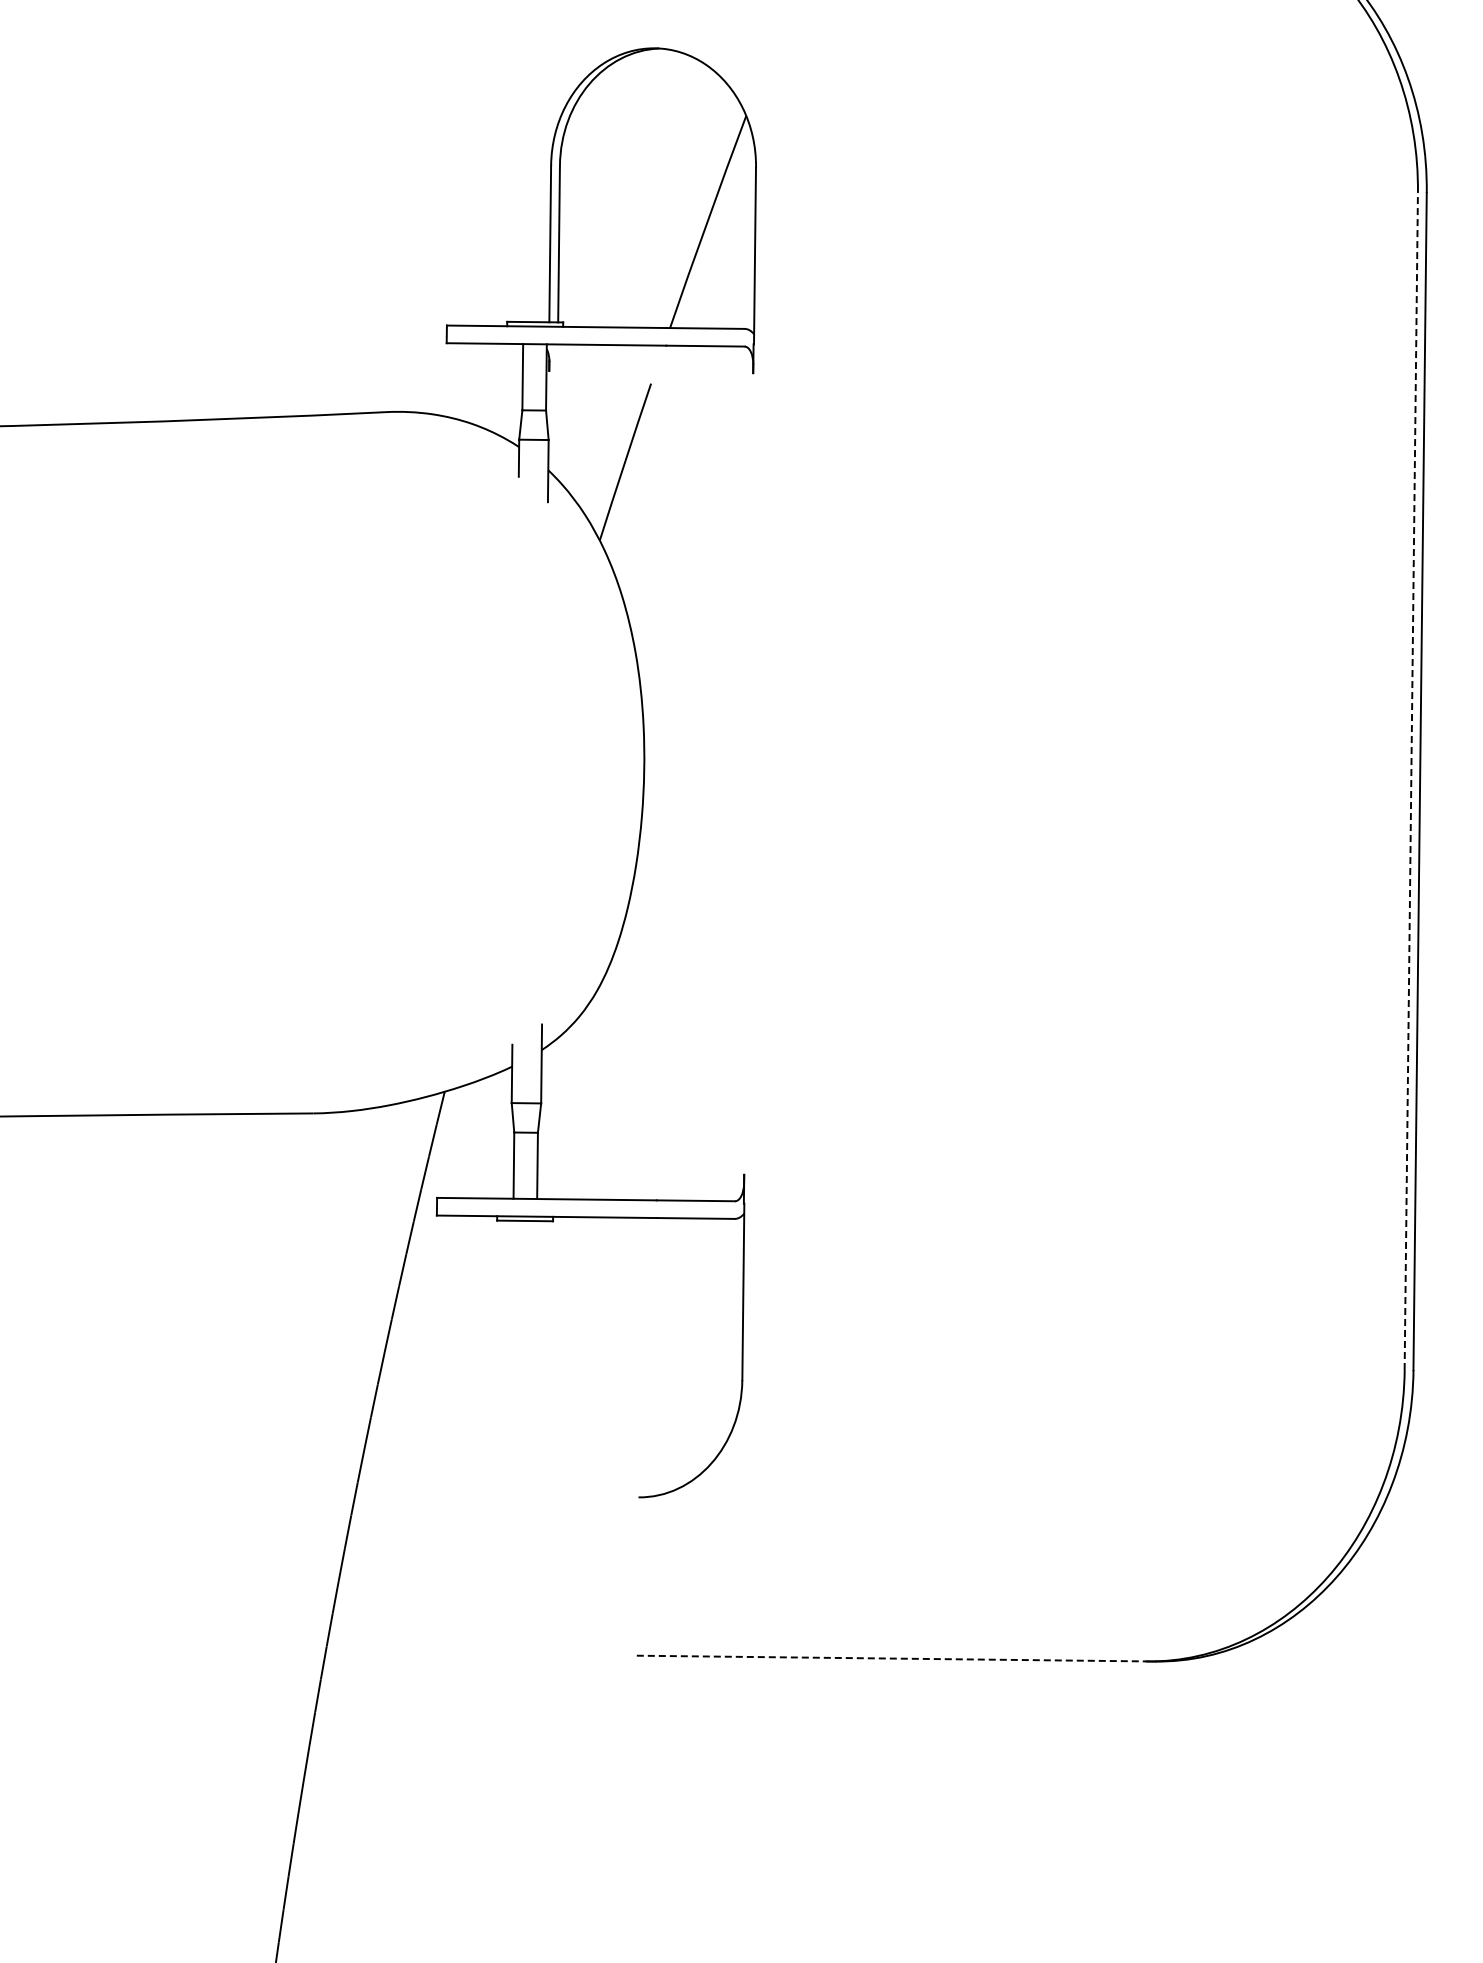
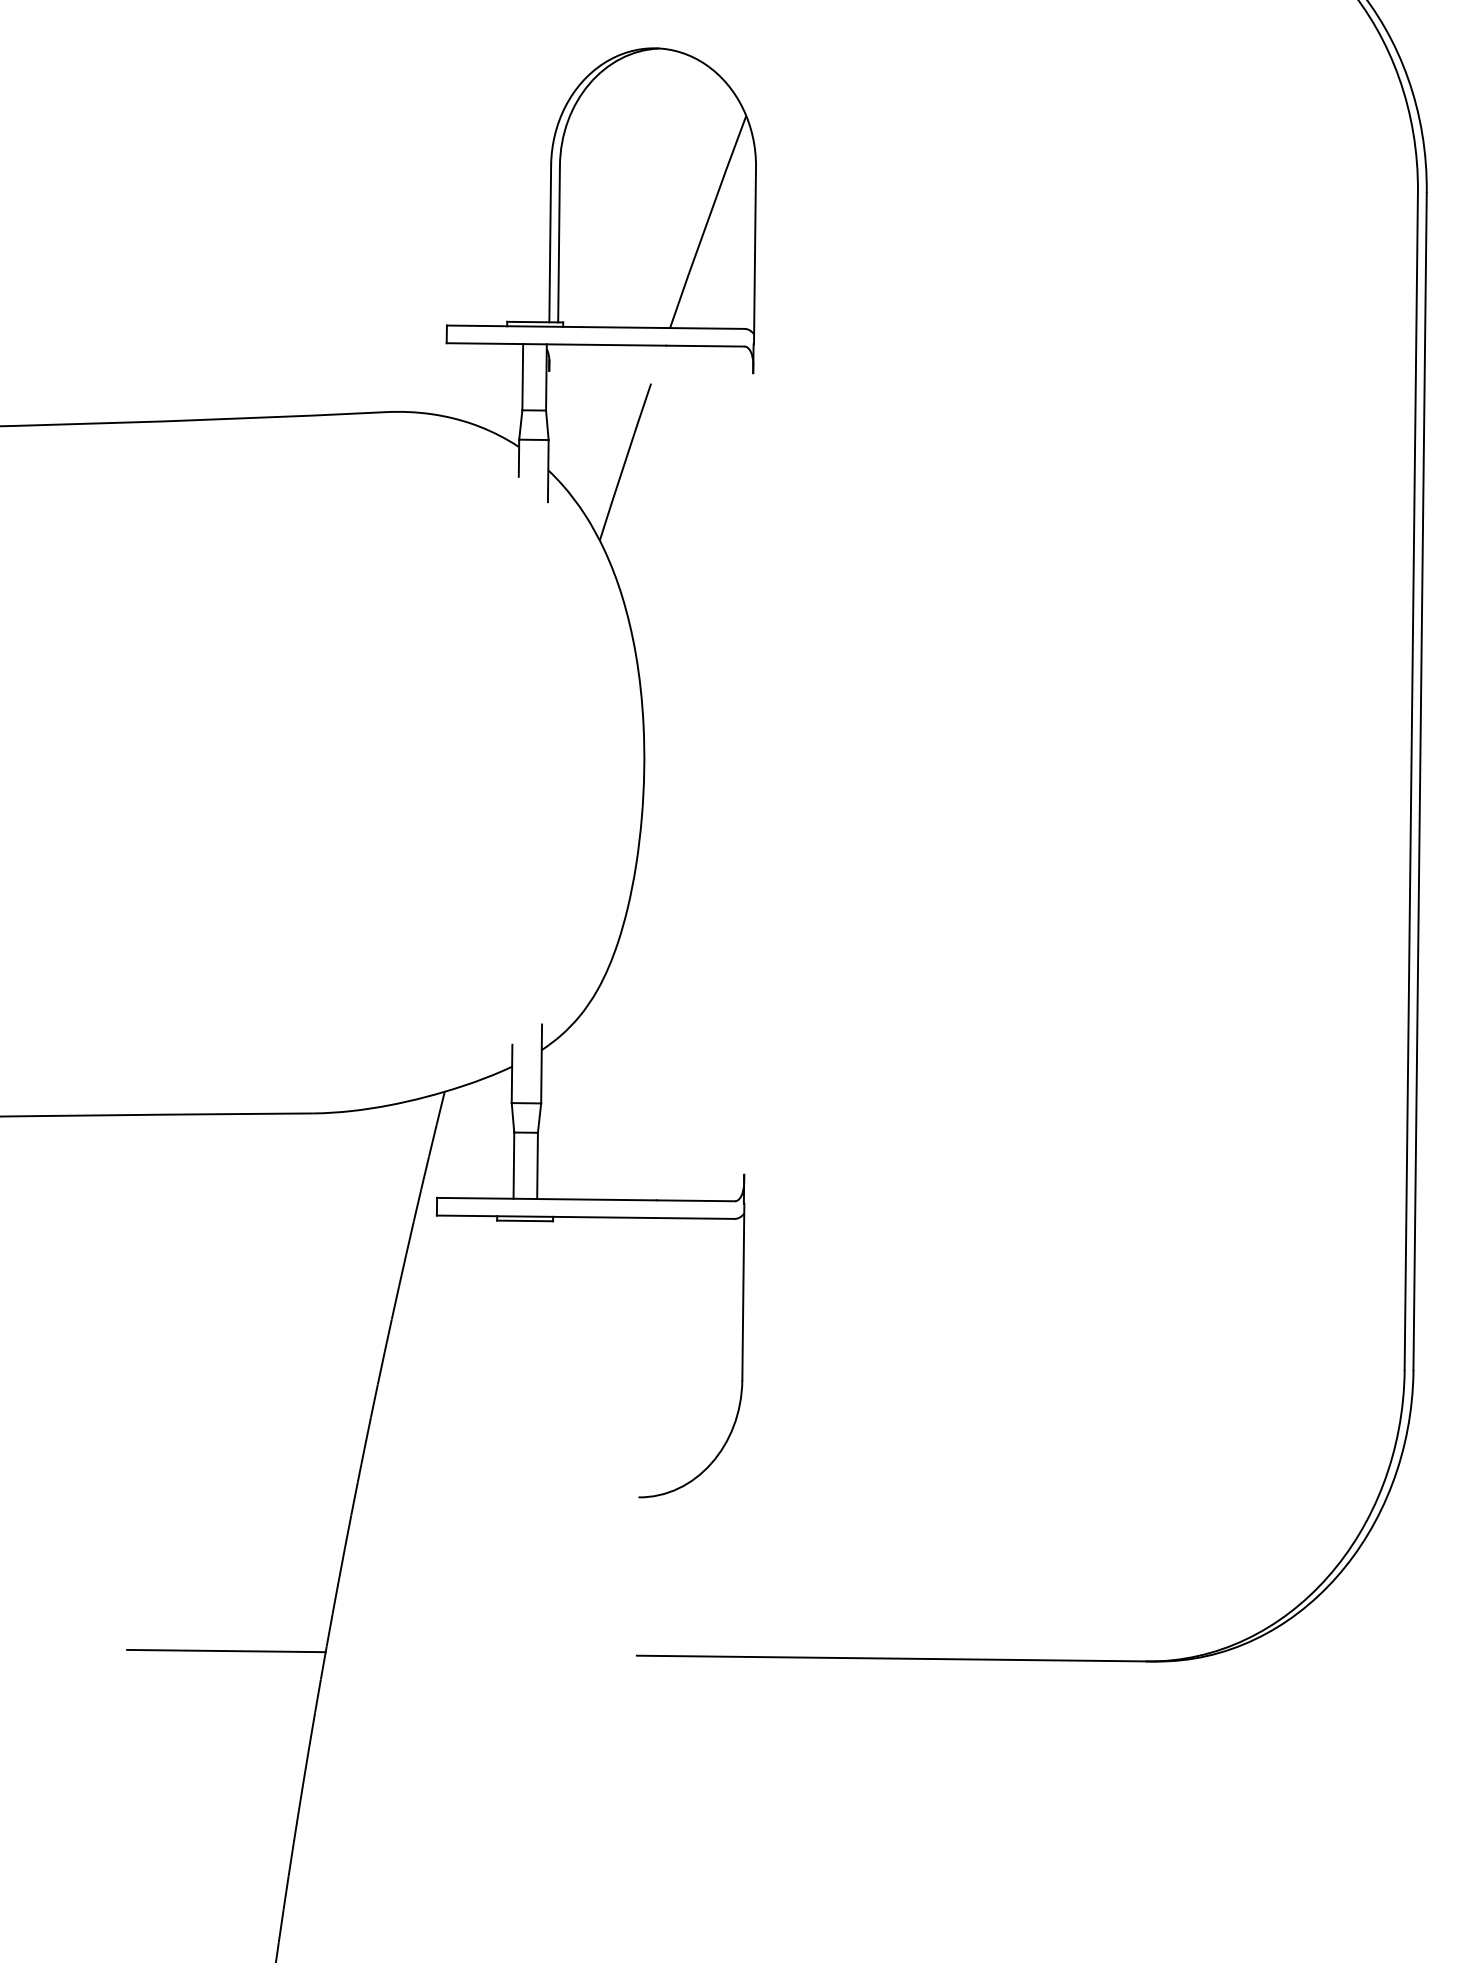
line at (1411, 781): dashed -> solid
line at (226, 1650): none -> present
line at (891, 1658): dashed -> solid
